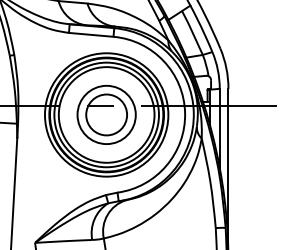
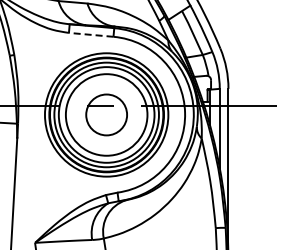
line at (90, 34): solid -> dashed
circle at (106, 114) diameter: 58 px -> 82 px
